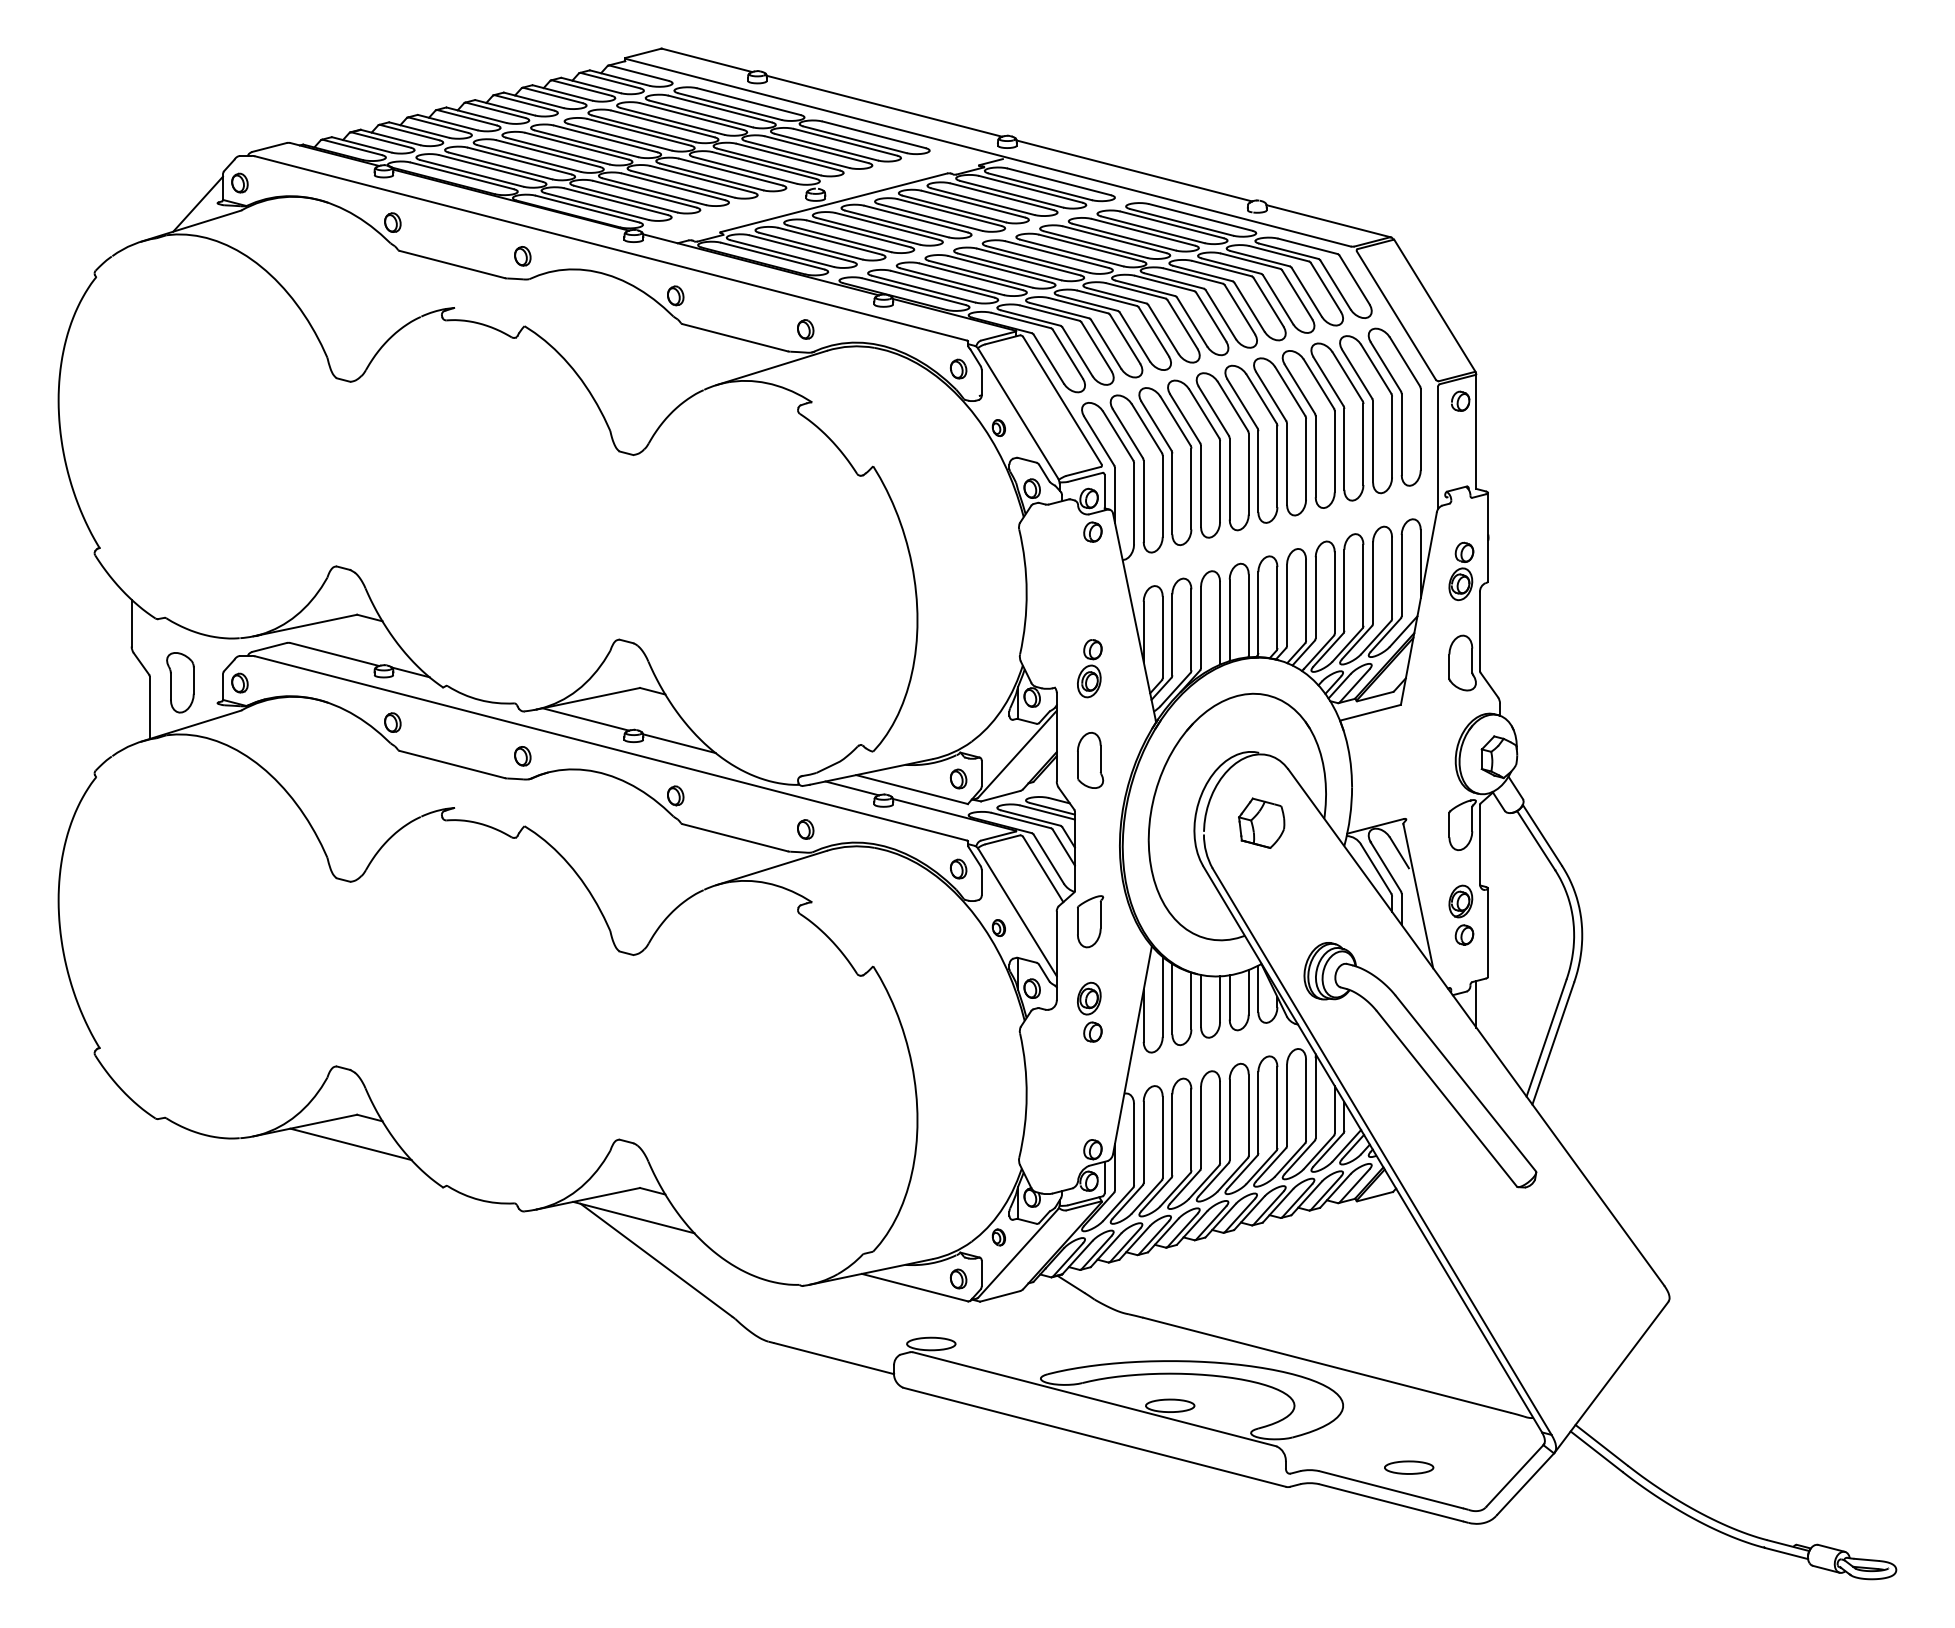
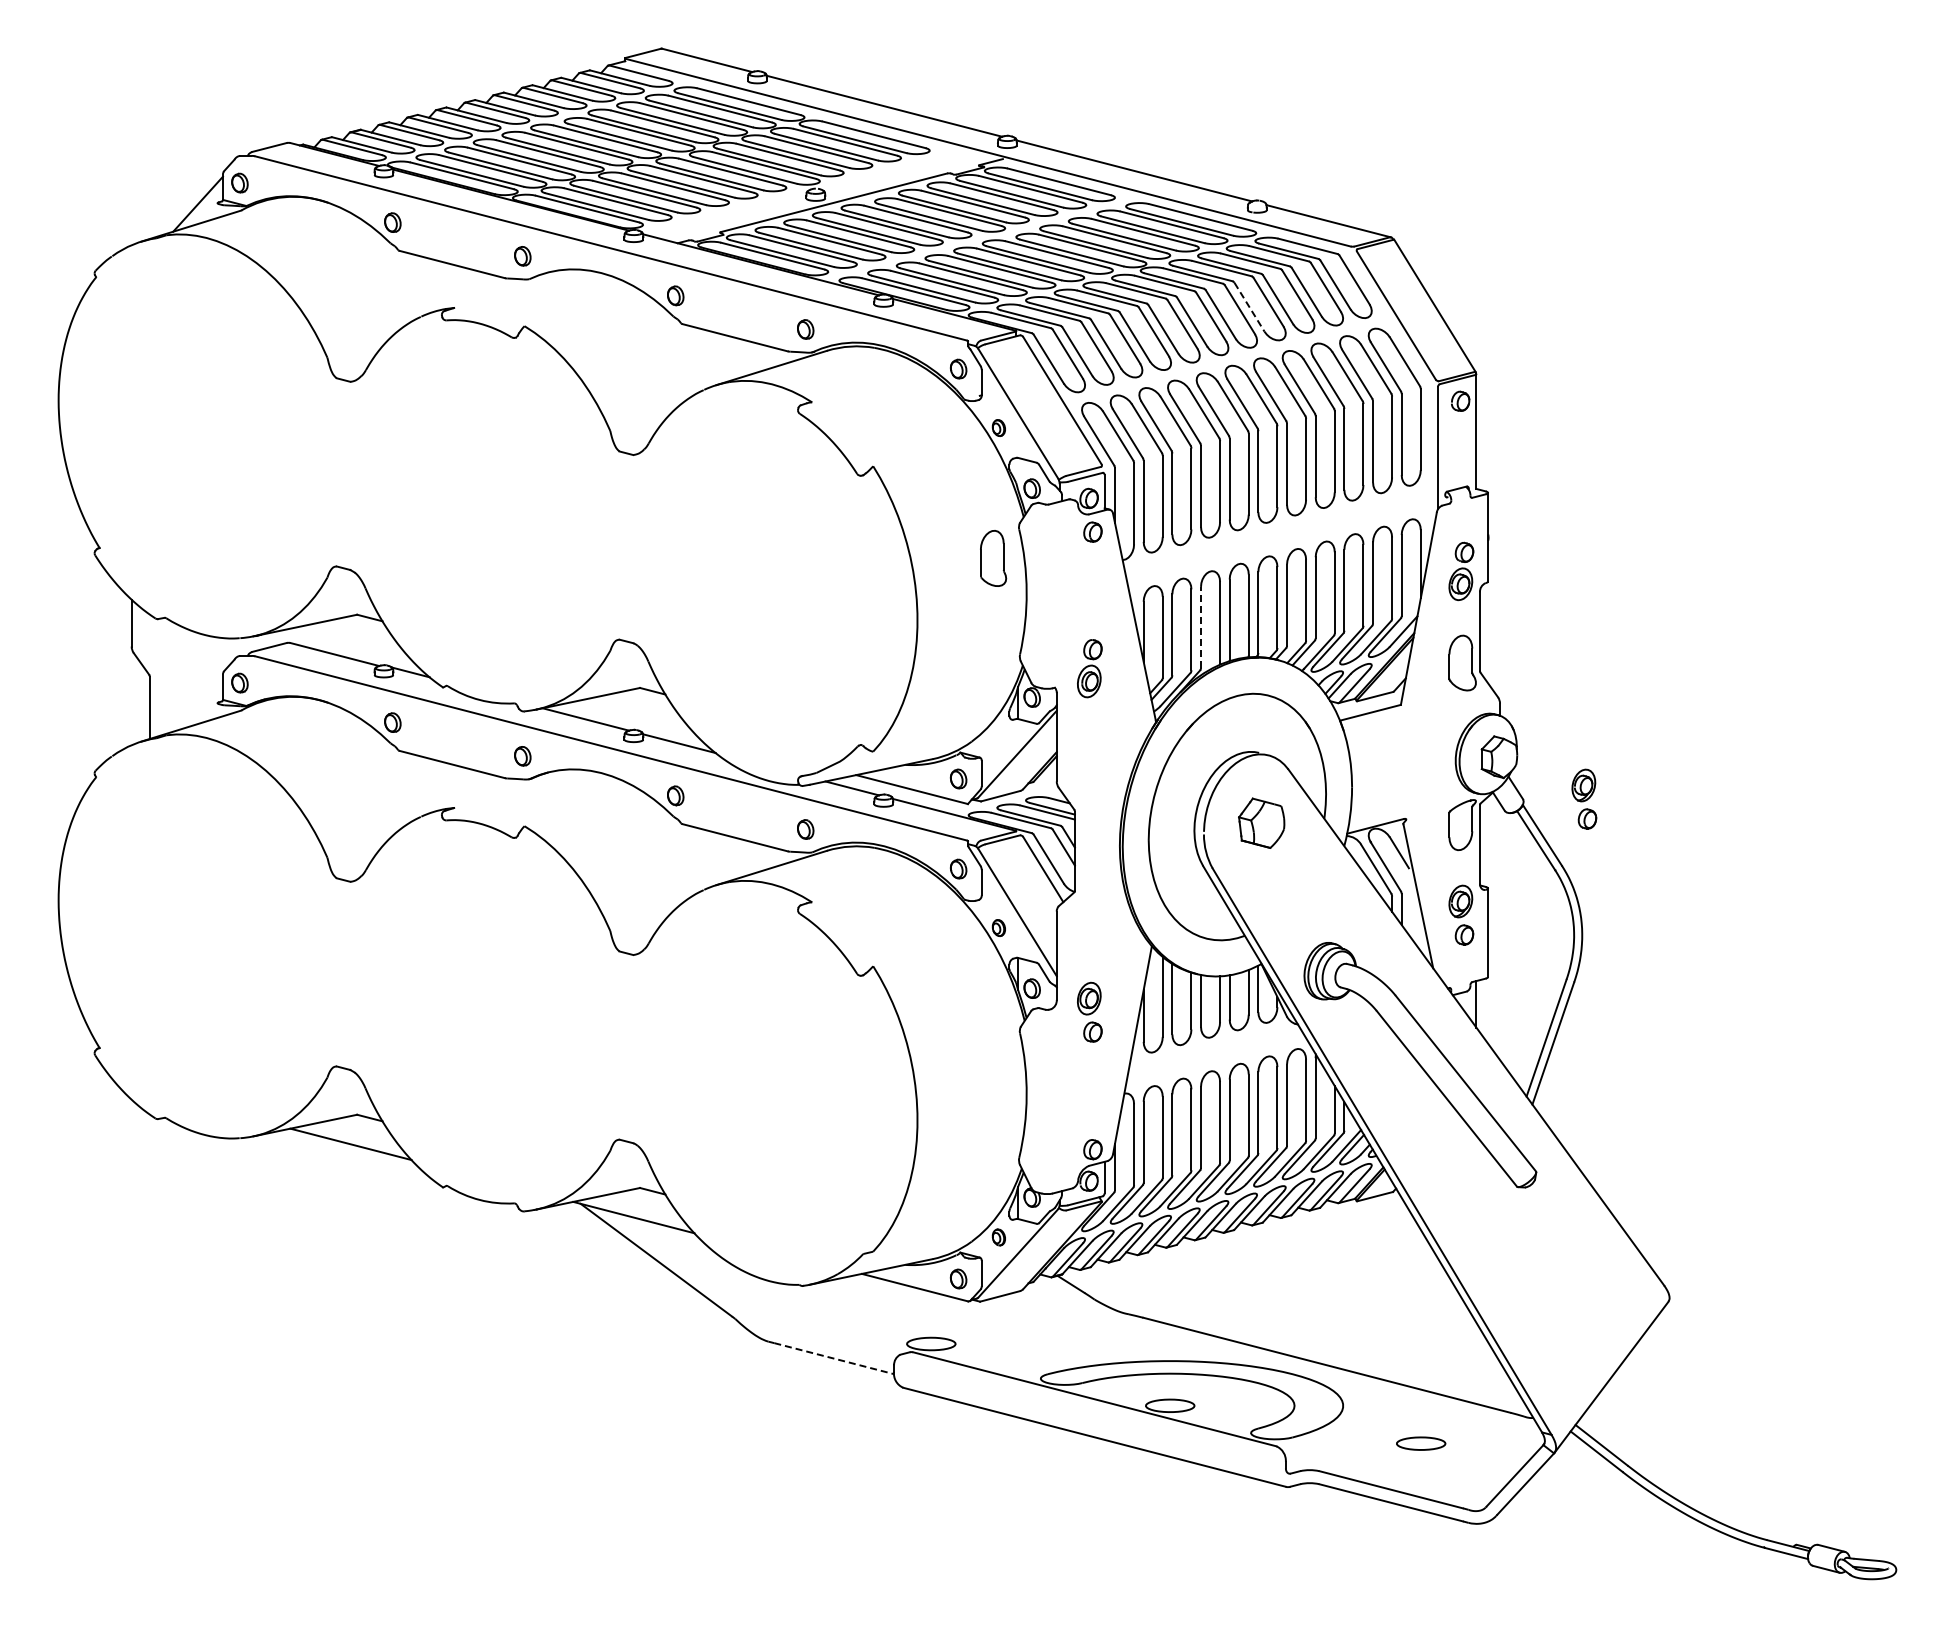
line at (1249, 307): solid -> dashed
line at (1201, 626): solid -> dashed
part at (180, 682): present -> none
part at (1090, 760) position: (1090, 760) -> (993, 558)
part at (1584, 798): none -> present
part at (1090, 921): present -> none
line at (834, 1358): solid -> dashed
part at (1409, 1467) position: (1409, 1467) -> (1421, 1443)
